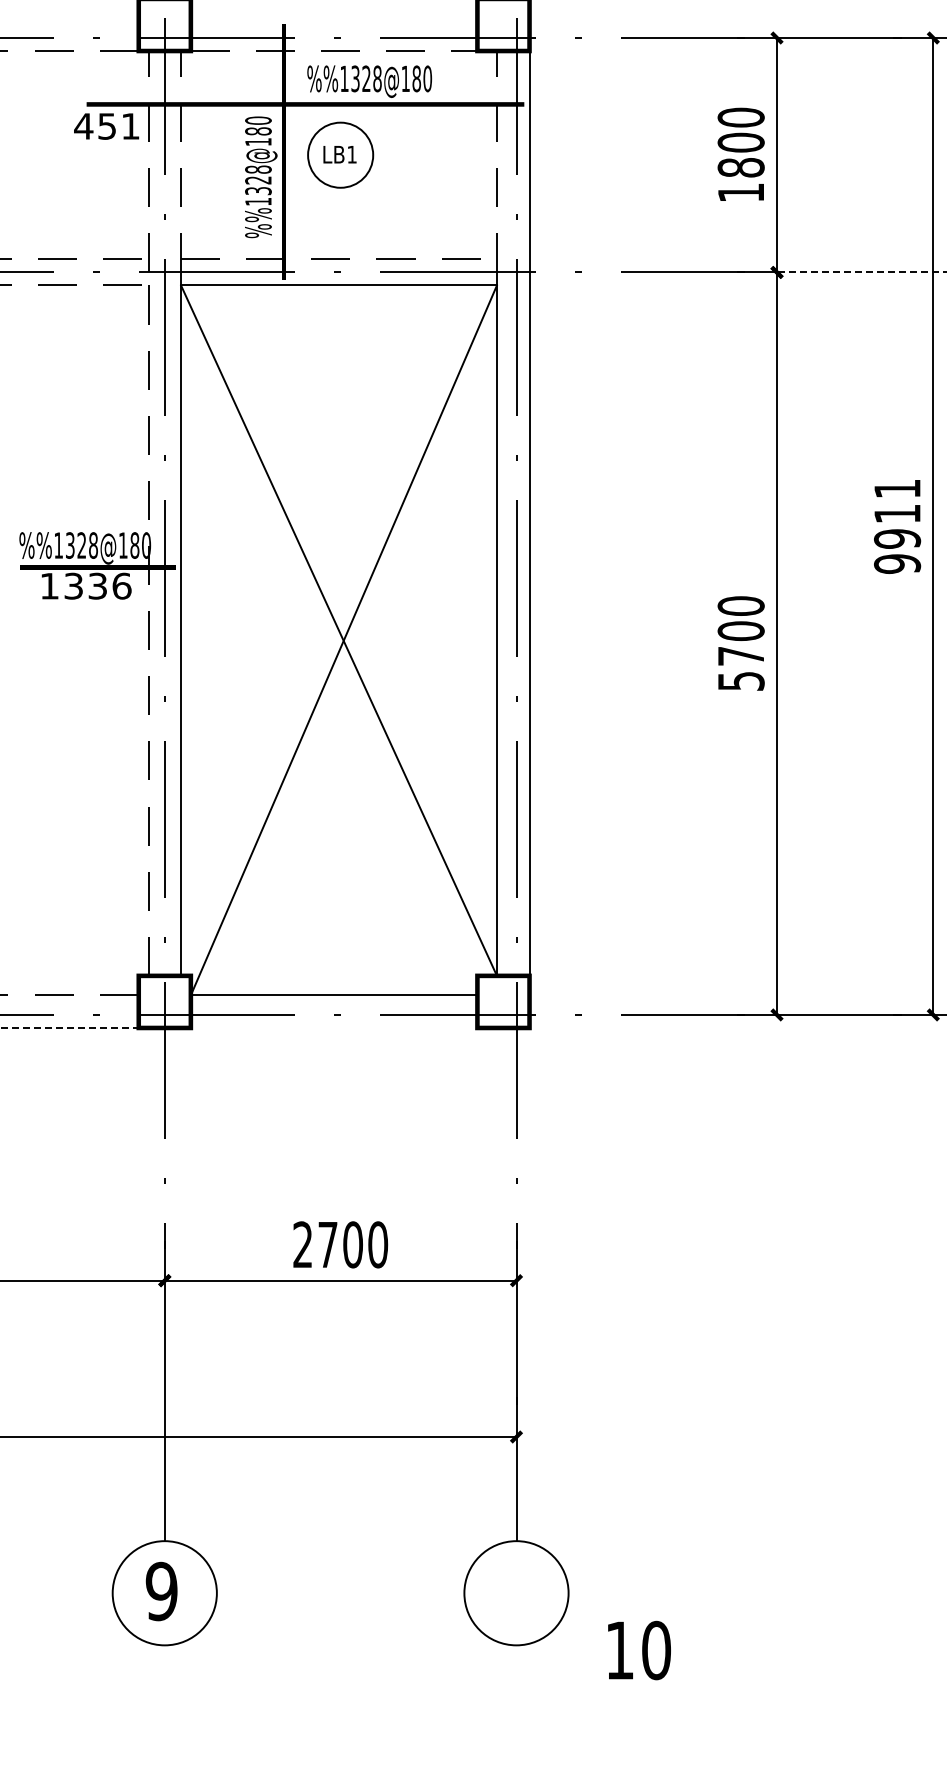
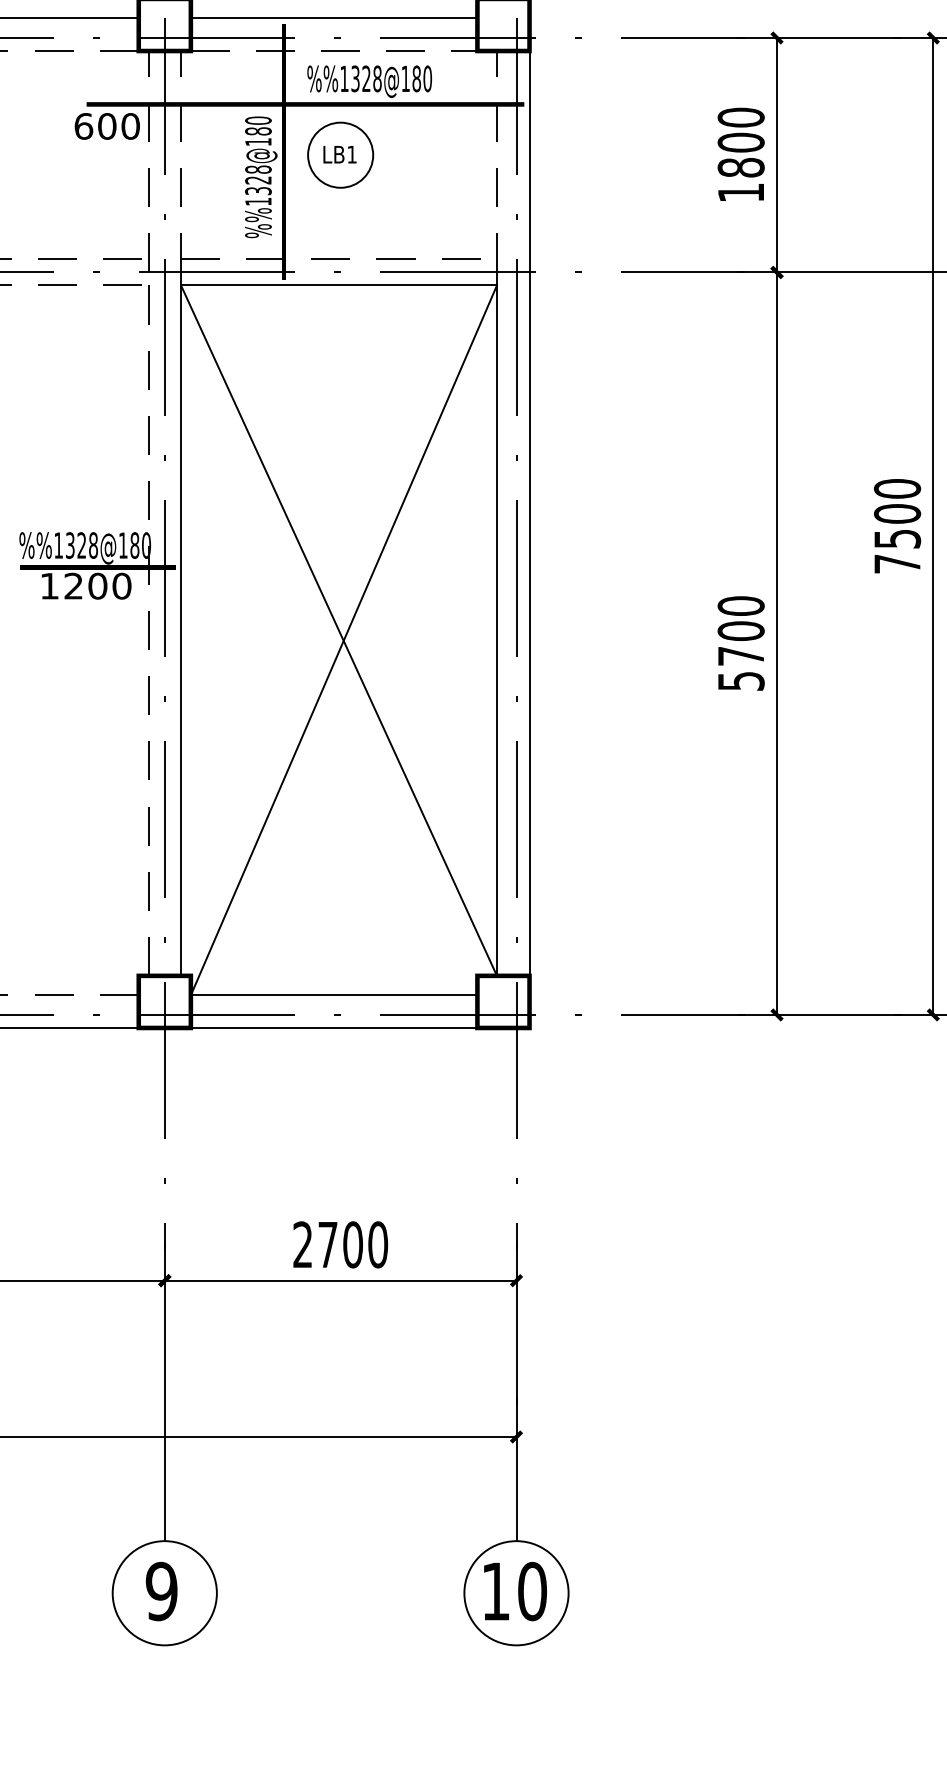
line at (70, 18): none -> present
line at (333, 18): none -> present
text at (106, 126): 451 -> 600
line at (861, 272): dashed -> solid
text at (897, 526): 9911 -> 7500
text at (97, 585): 1336 -> 1200
line at (69, 1027): dashed -> solid
line at (333, 1027): none -> present
text at (639, 1650) position: (639, 1650) -> (515, 1591)
